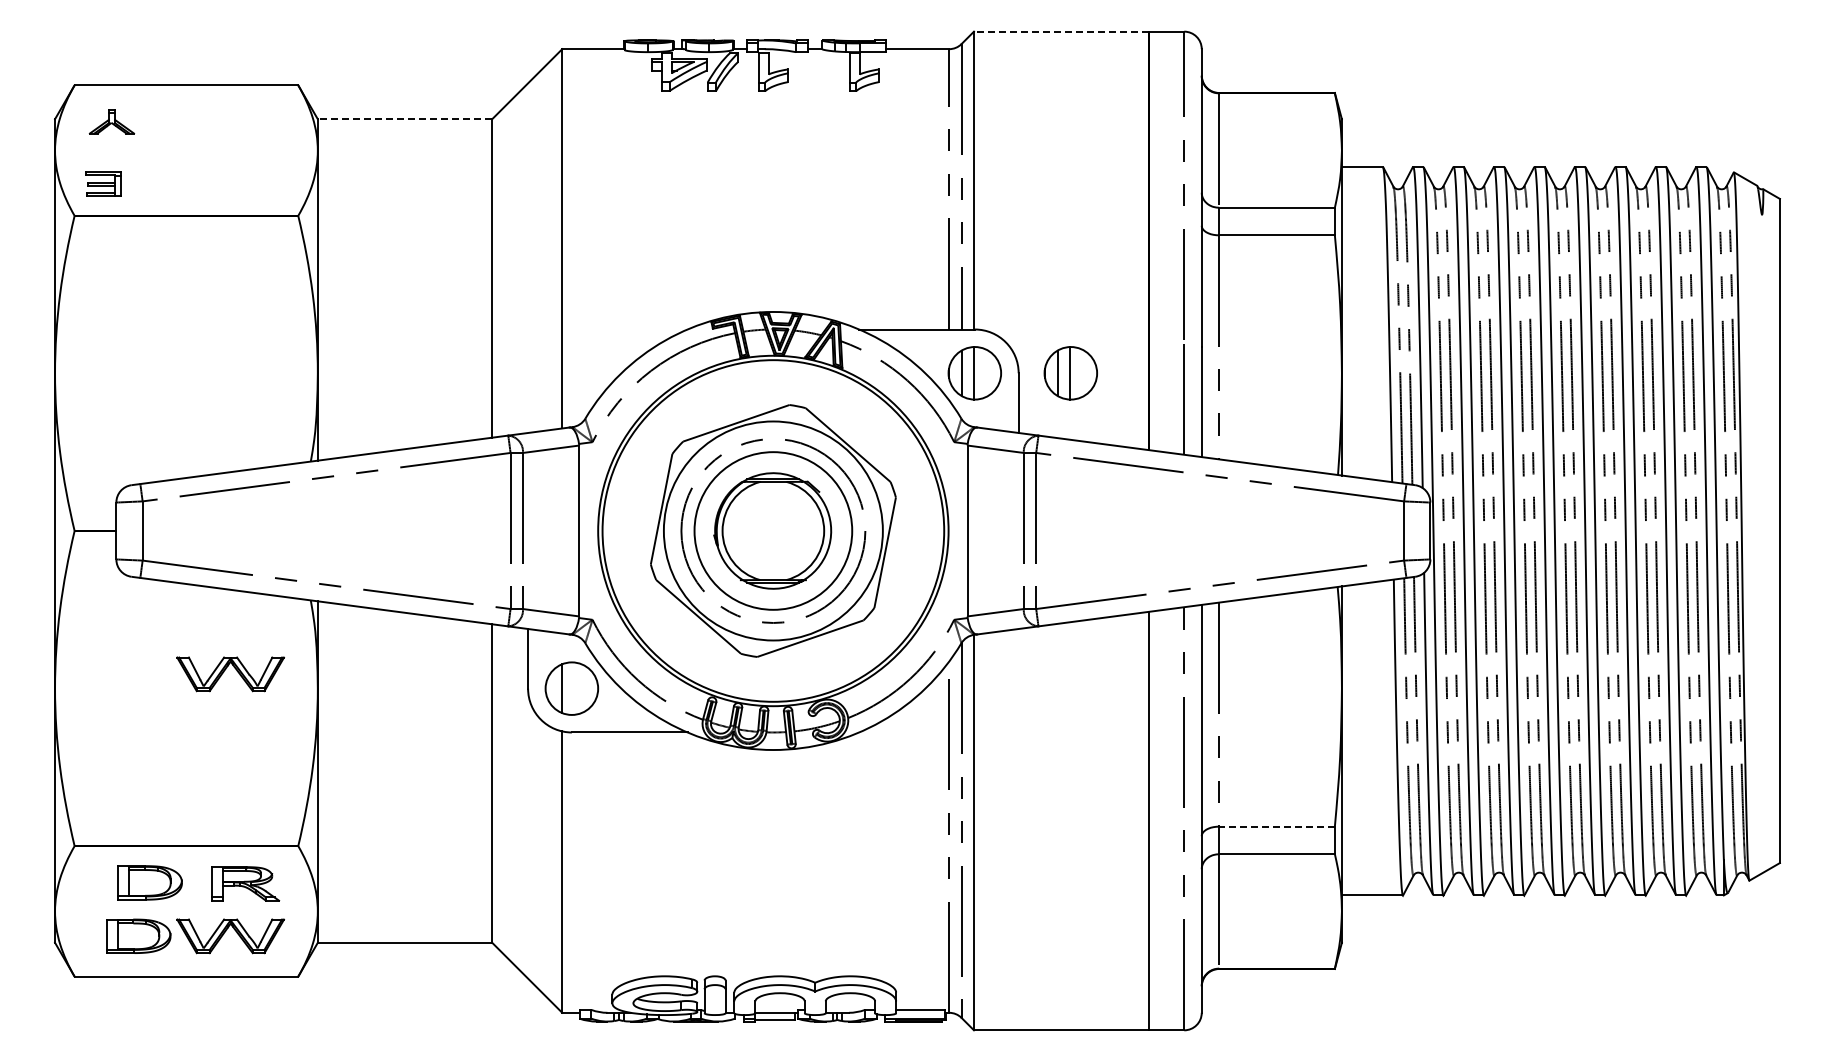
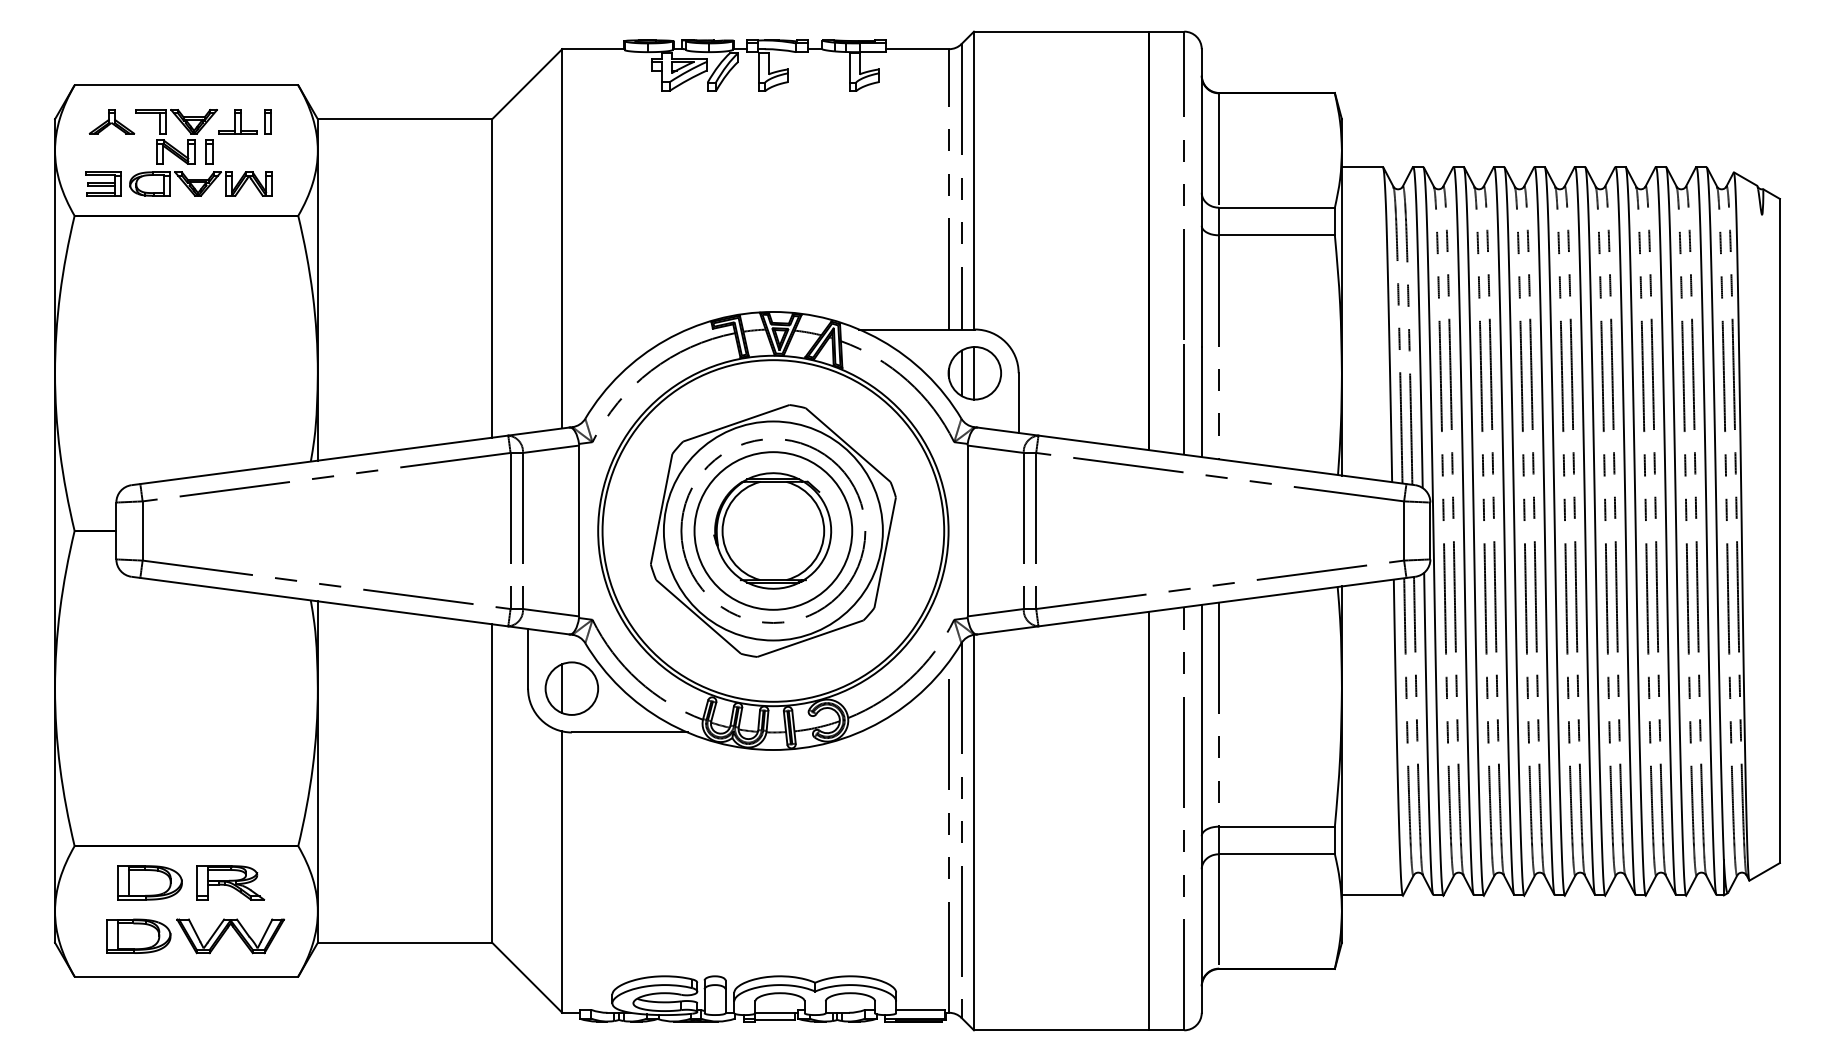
line at (1061, 31): dashed -> solid
line at (404, 119): dashed -> solid
part at (200, 152): none -> present
part at (1070, 373): present -> none
part at (224, 672): present -> none
line at (1277, 826): dashed -> solid
part at (245, 883) position: (245, 883) -> (230, 882)
